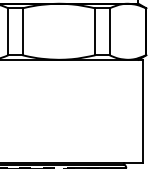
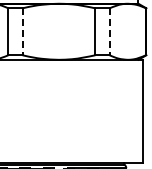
line at (22, 32): solid -> dashed
line at (109, 32): solid -> dashed
